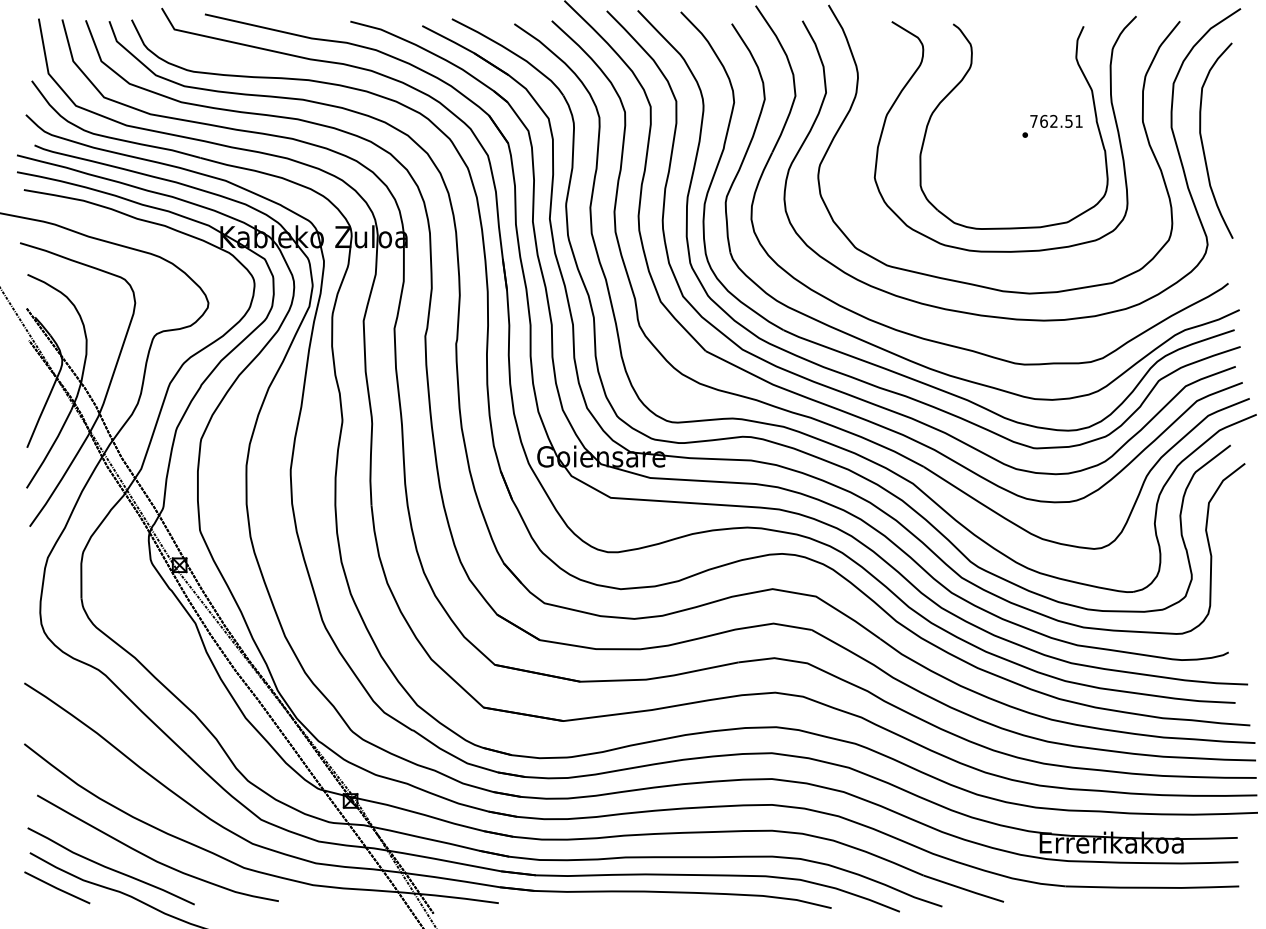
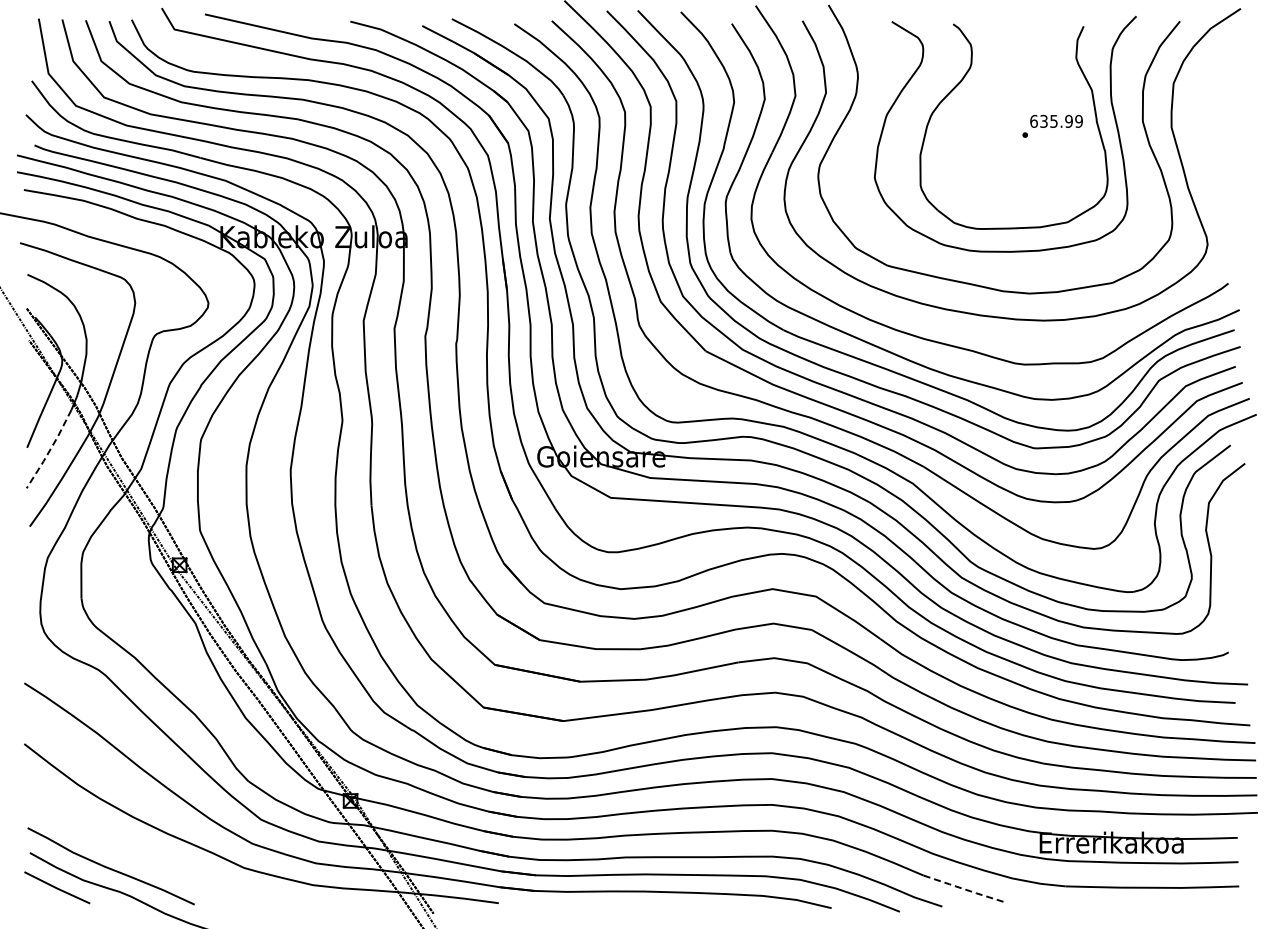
text at (1056, 120): 762.51 -> 635.99
curve at (1203, 143): present -> none
line at (50, 450): solid -> dashed
curve at (151, 857): present -> none
line at (963, 889): solid -> dashed
